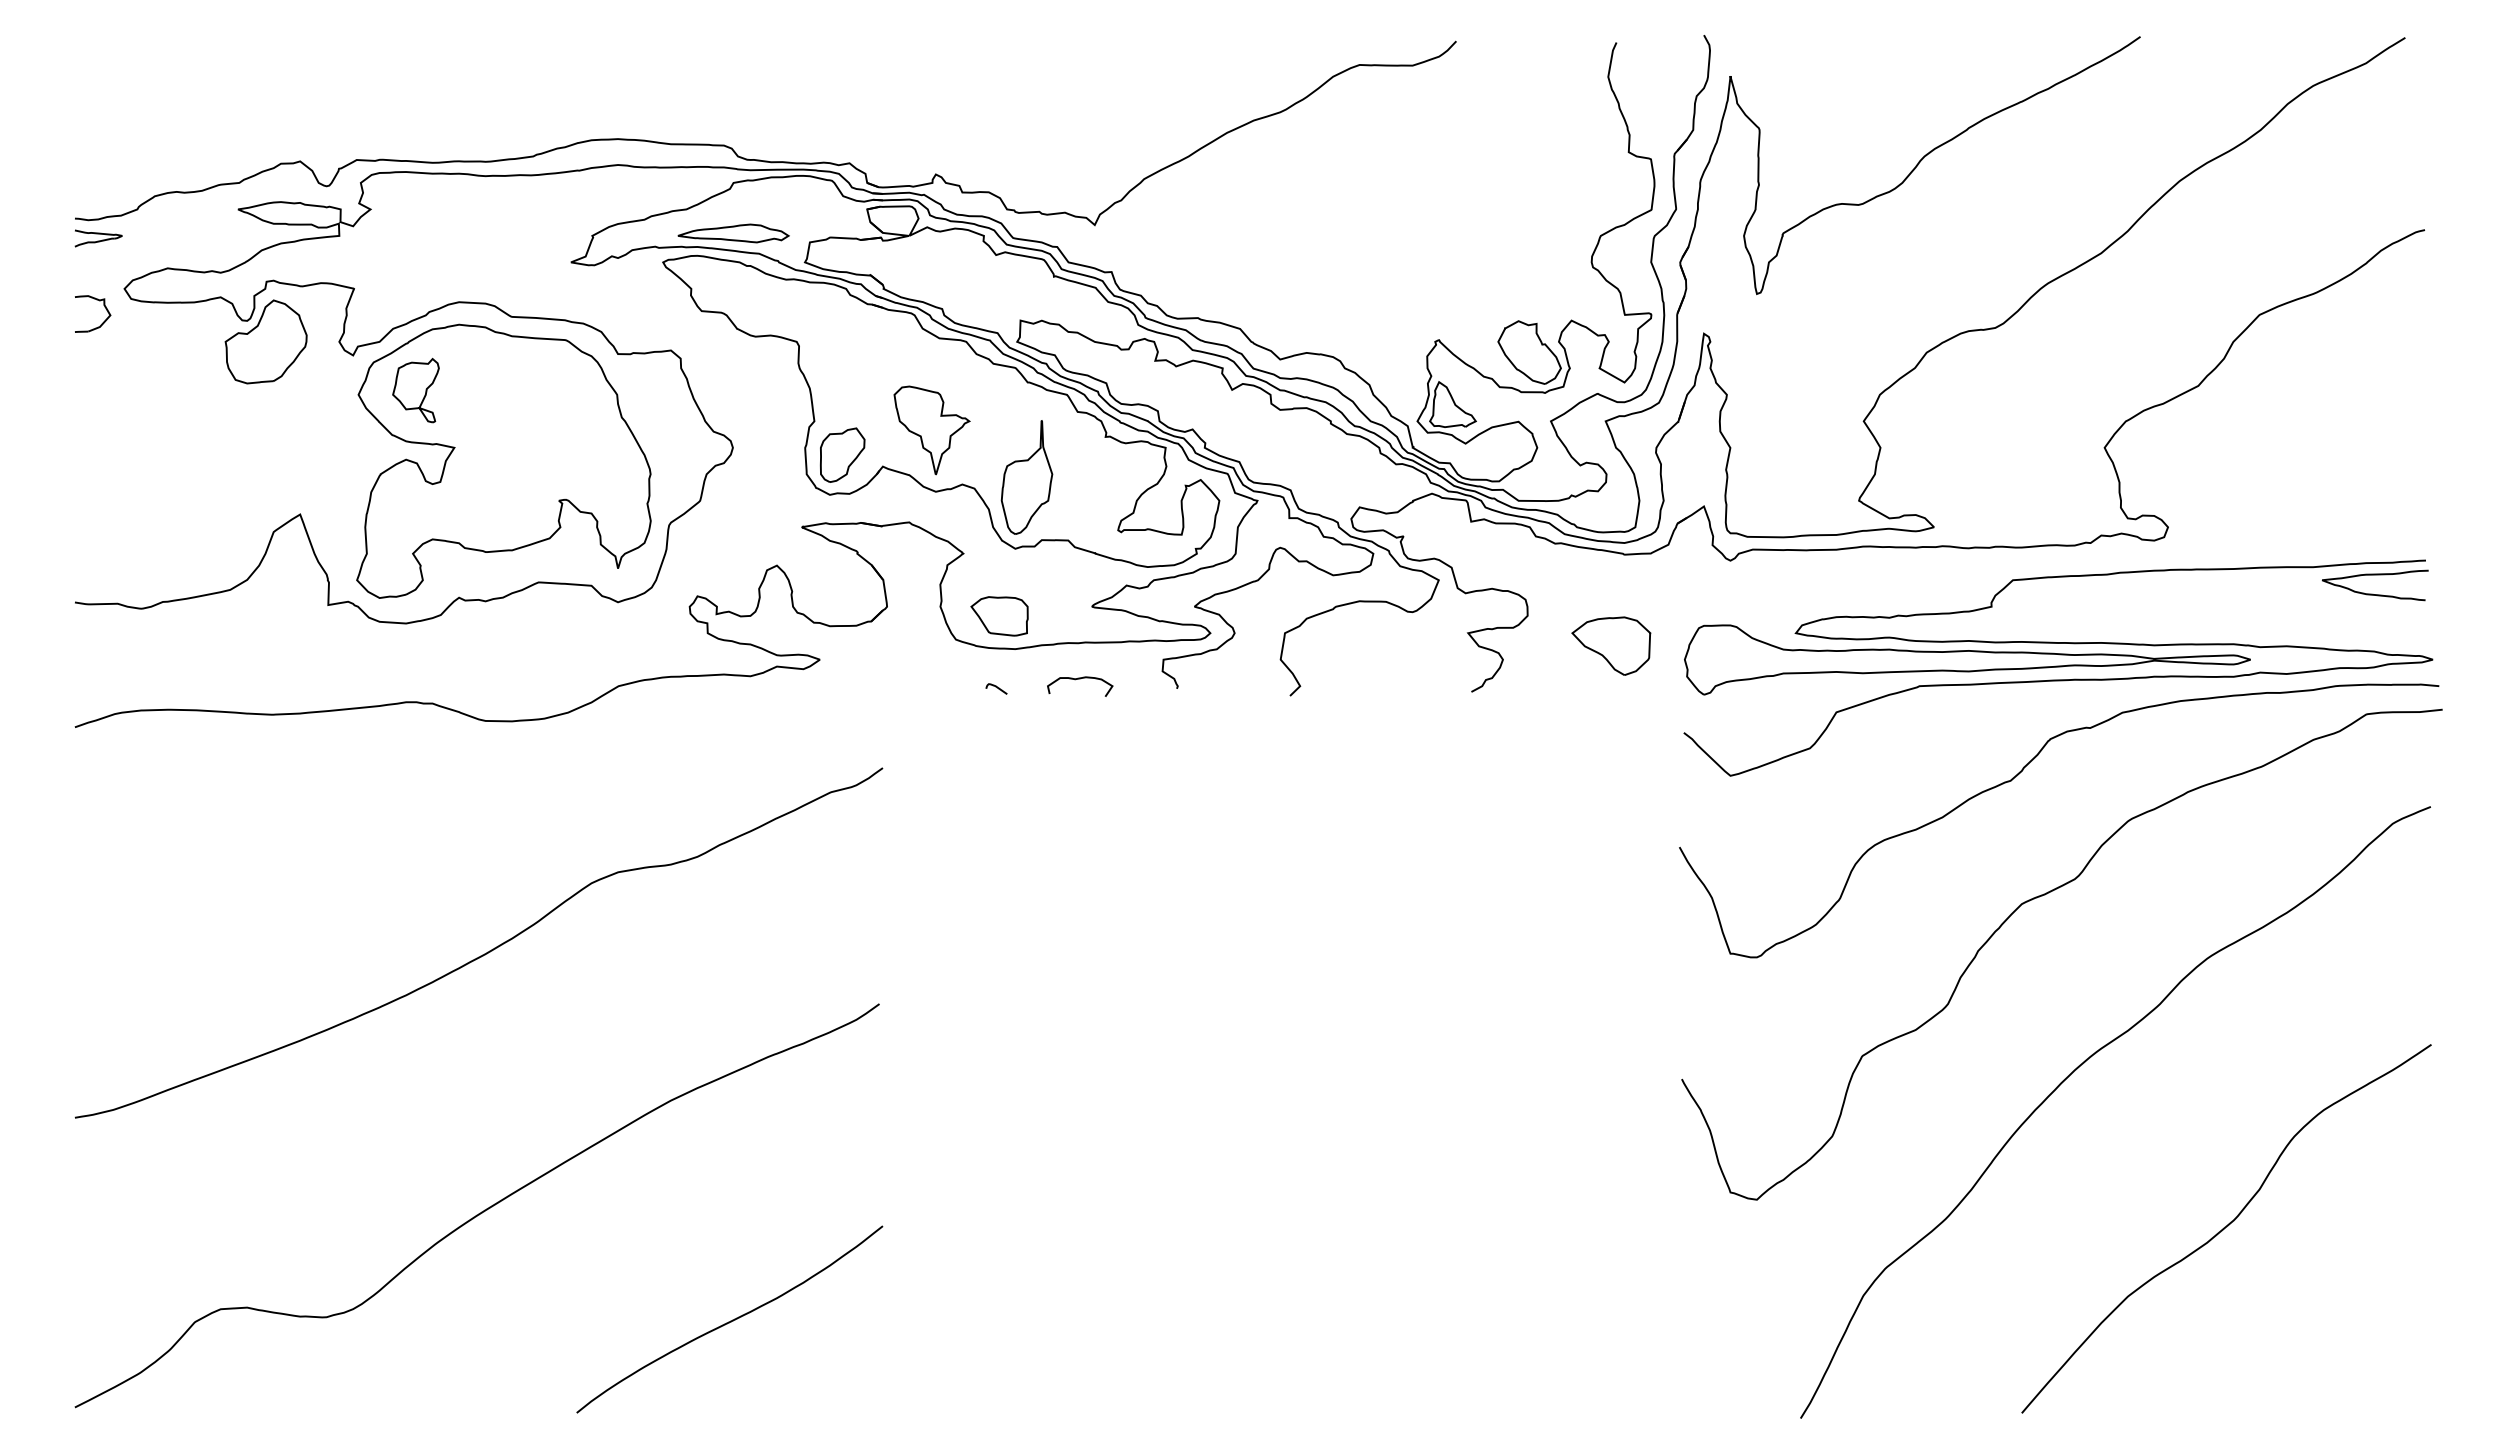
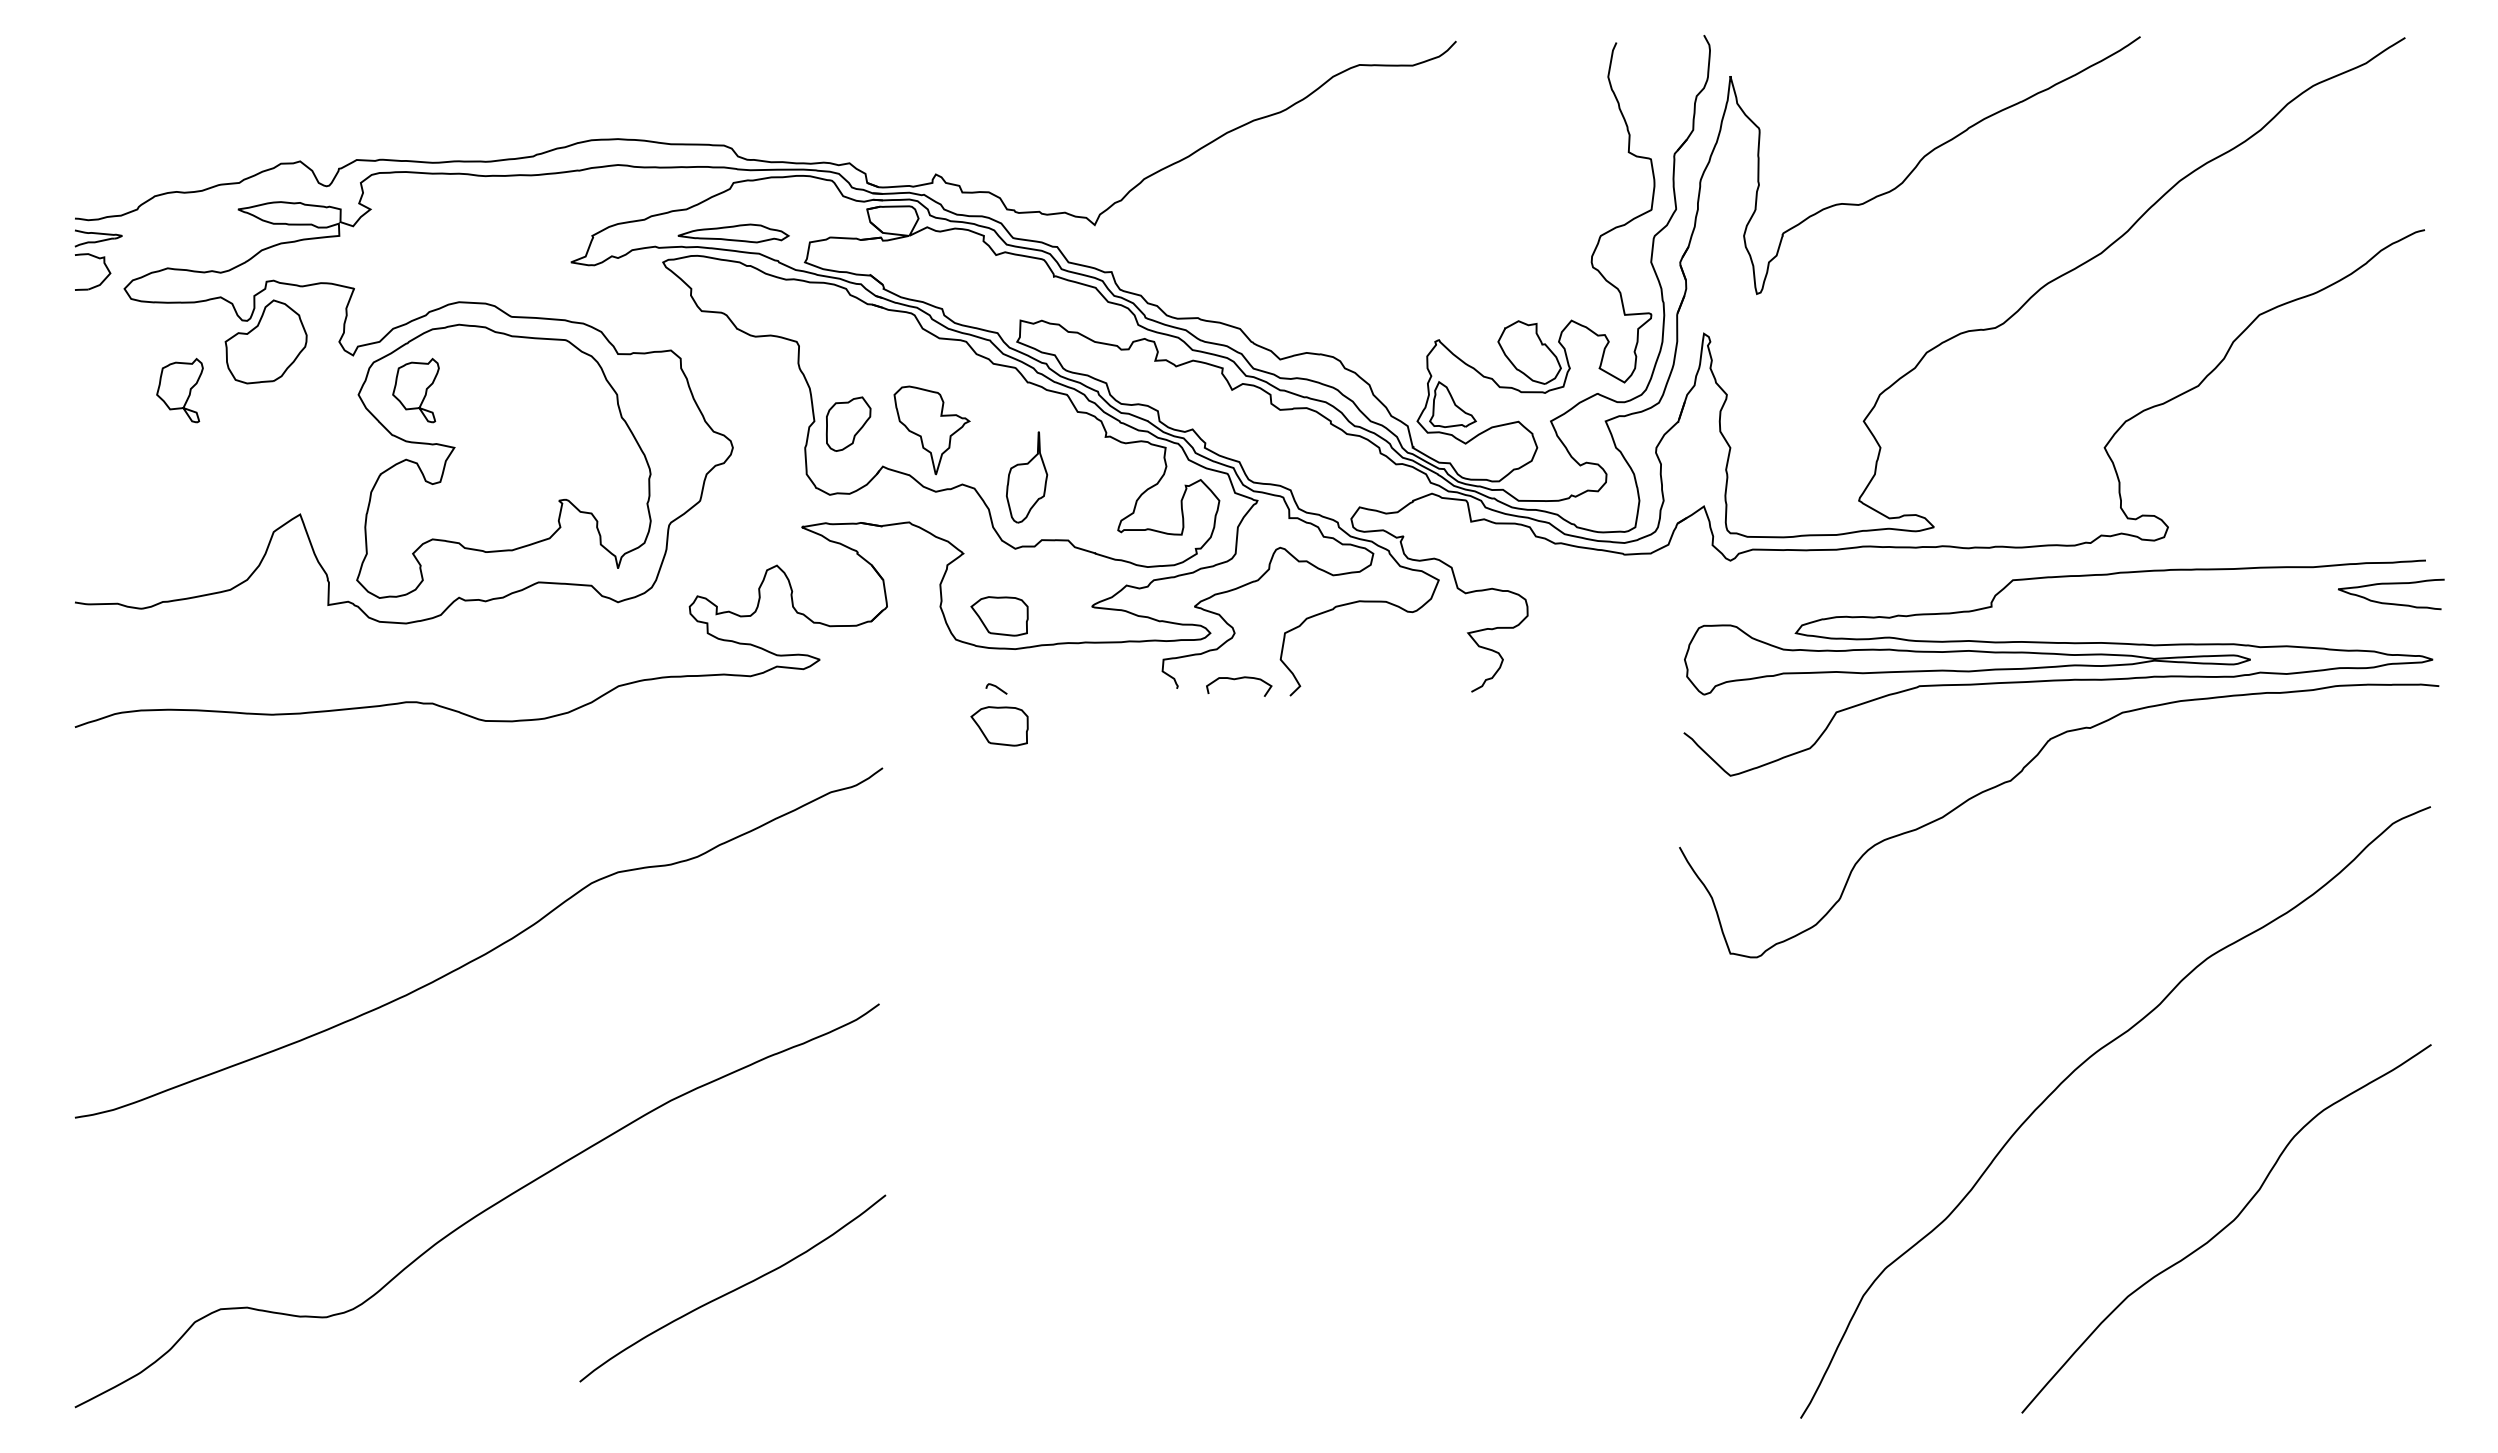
part at (104, 307) position: (104, 307) -> (104, 265)
part at (179, 390): none -> present
part at (842, 454) position: (842, 454) -> (848, 423)
part at (1026, 477) size: 54x115 px -> 43x93 px
curve at (2372, 593) position: (2372, 593) -> (2388, 602)
part at (1611, 645): present -> none
curve at (1080, 679) position: (1080, 679) -> (1239, 679)
part at (999, 726): none -> present
curve at (2037, 898): present -> none
curve at (730, 1320) position: (730, 1320) -> (733, 1289)
